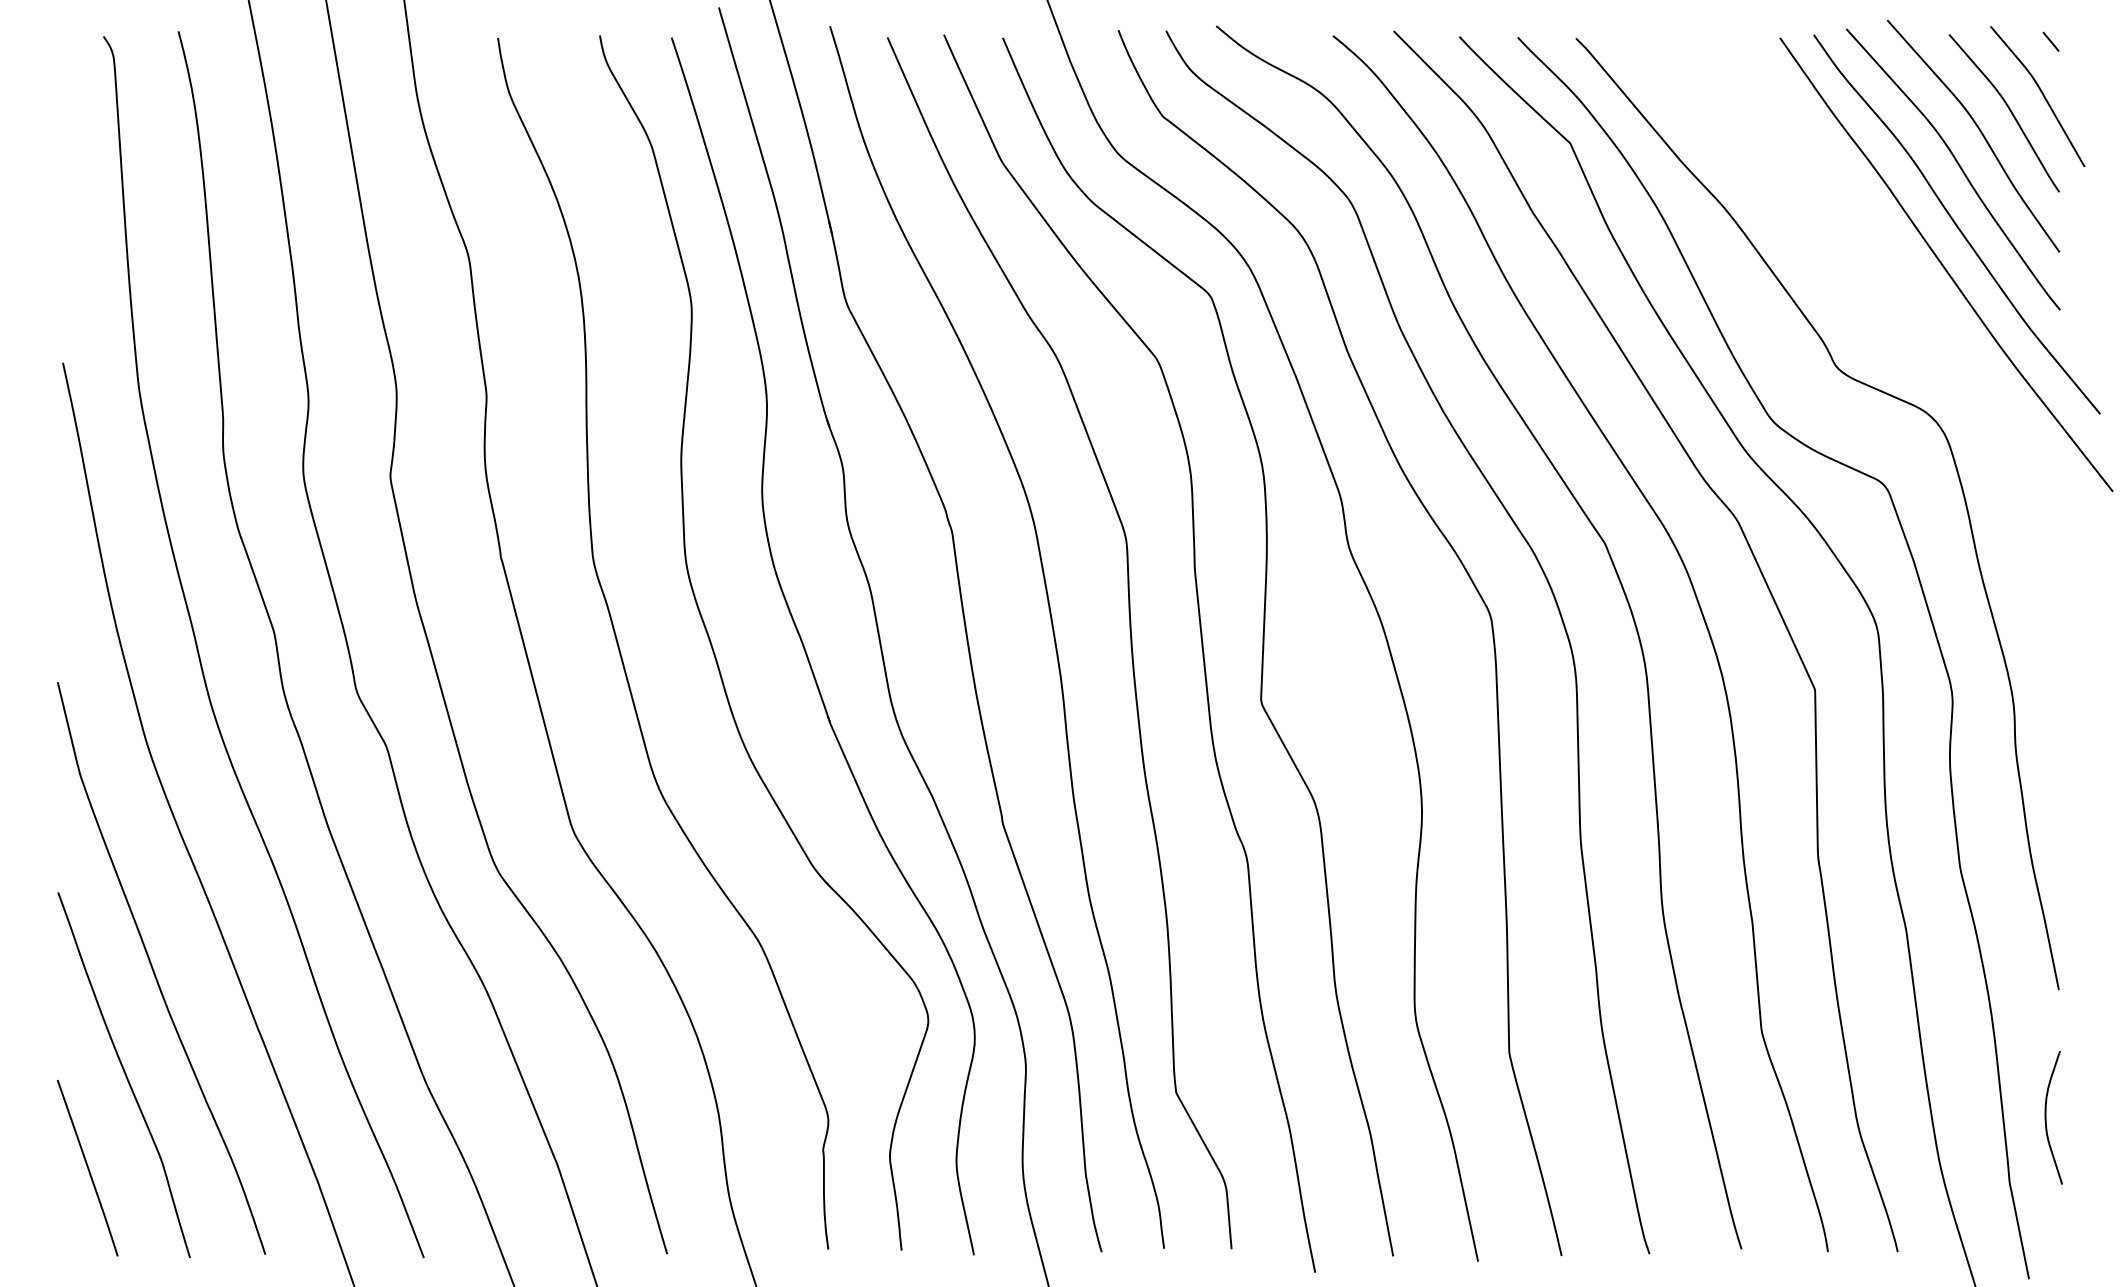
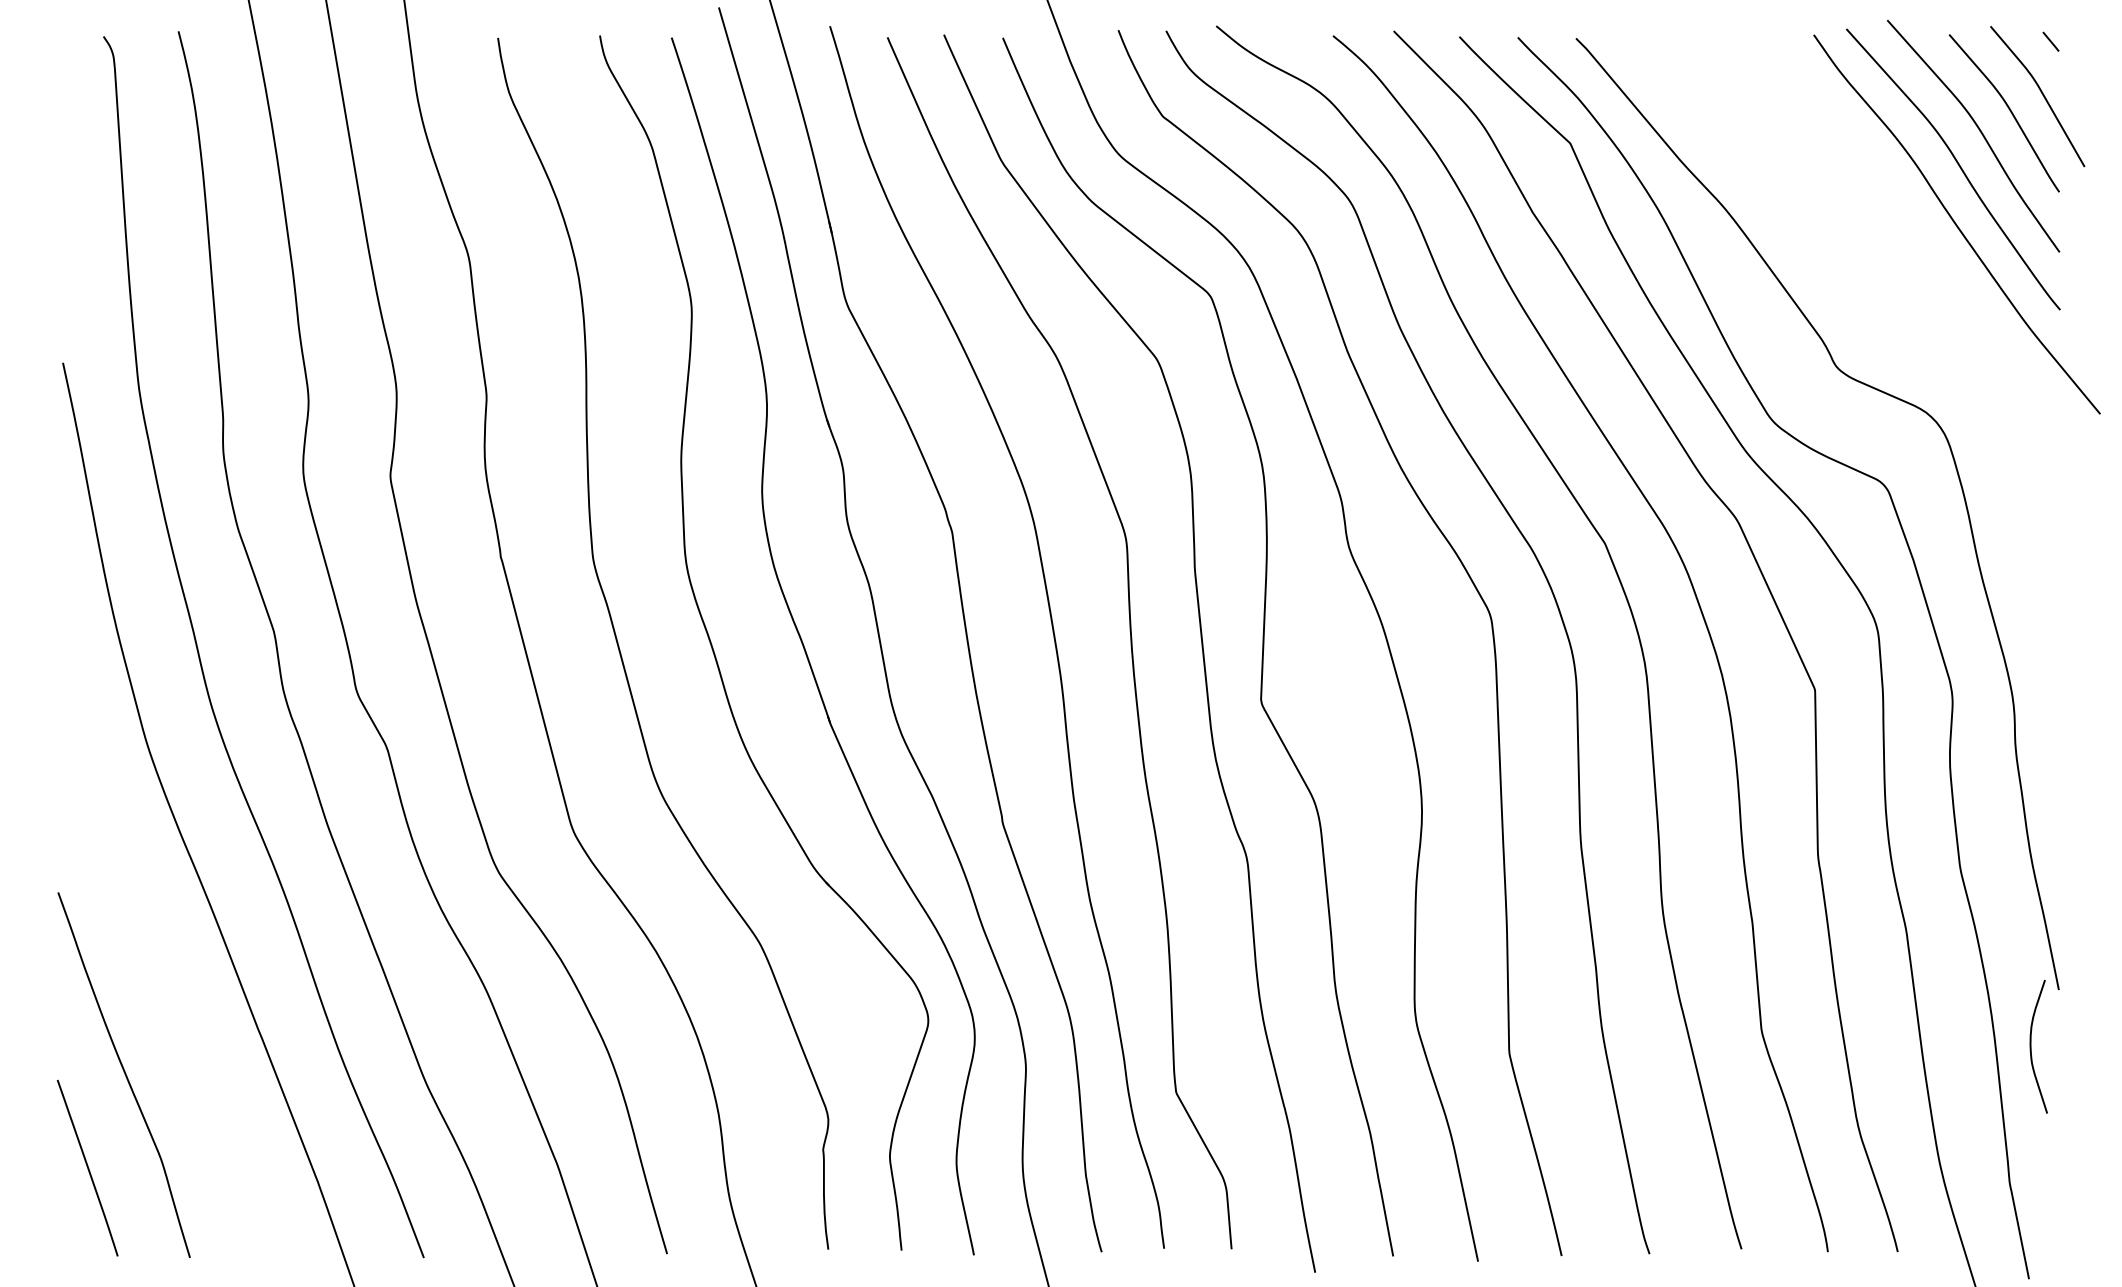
curve at (1944, 266): present -> none
curve at (154, 970): present -> none
curve at (2046, 1117) position: (2046, 1117) -> (2031, 1046)
